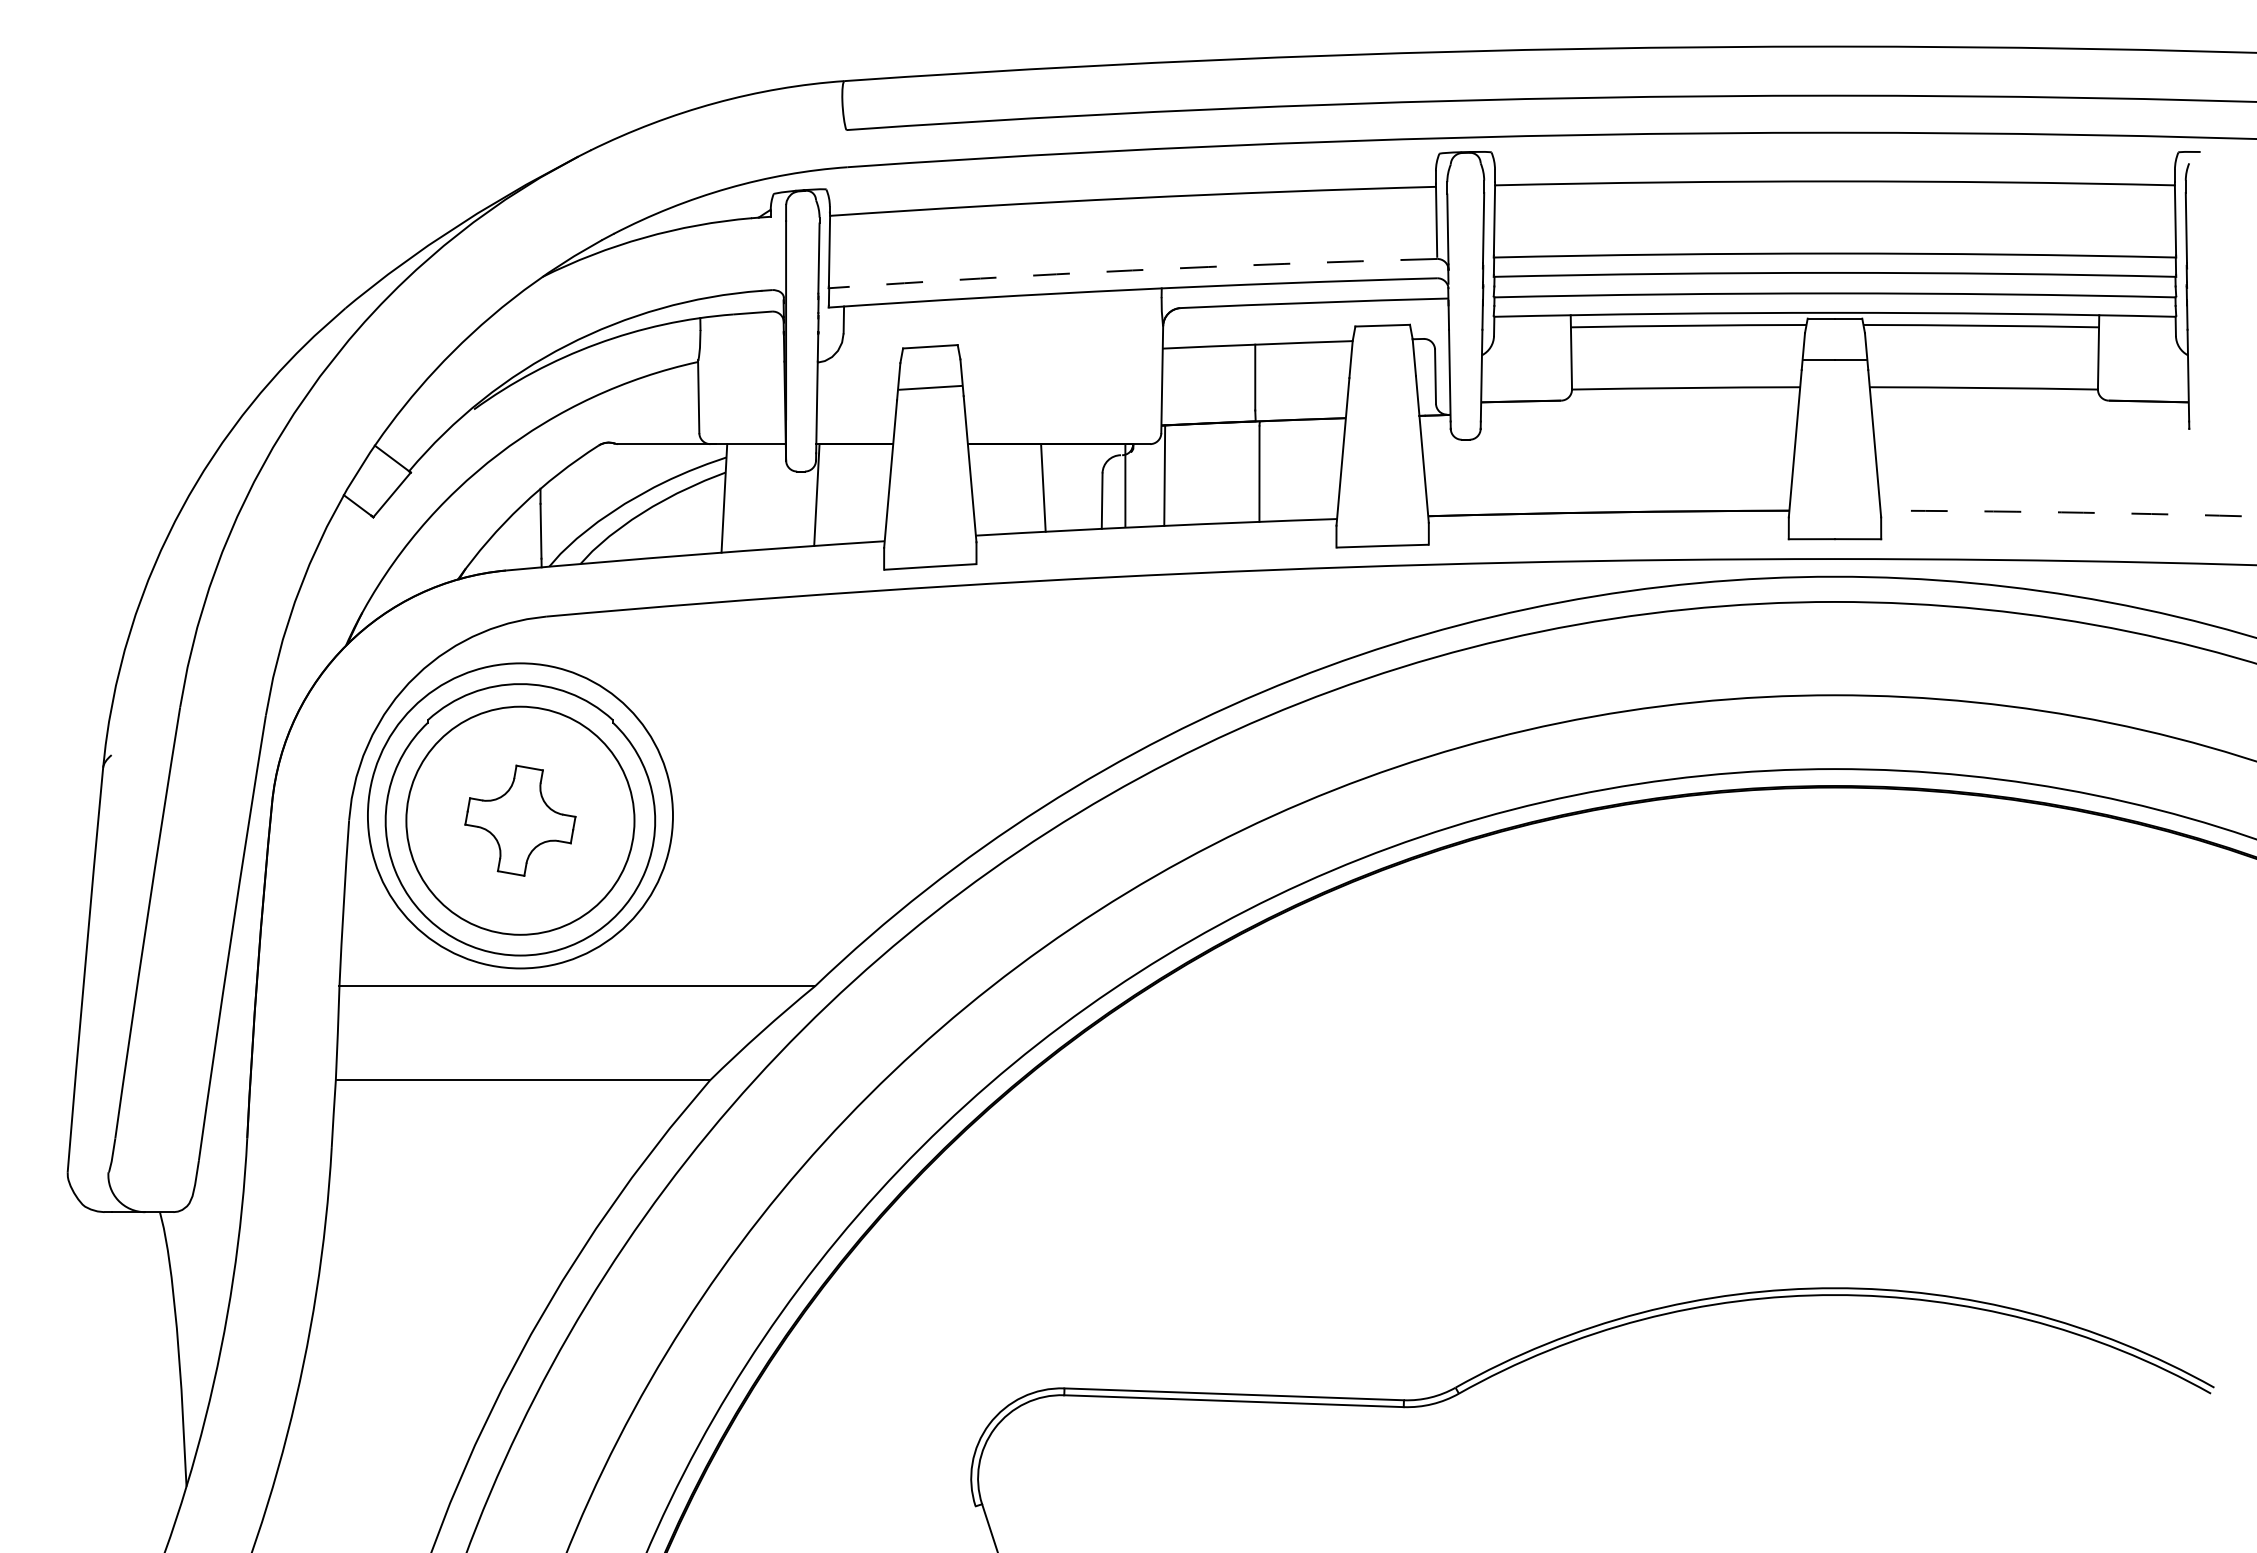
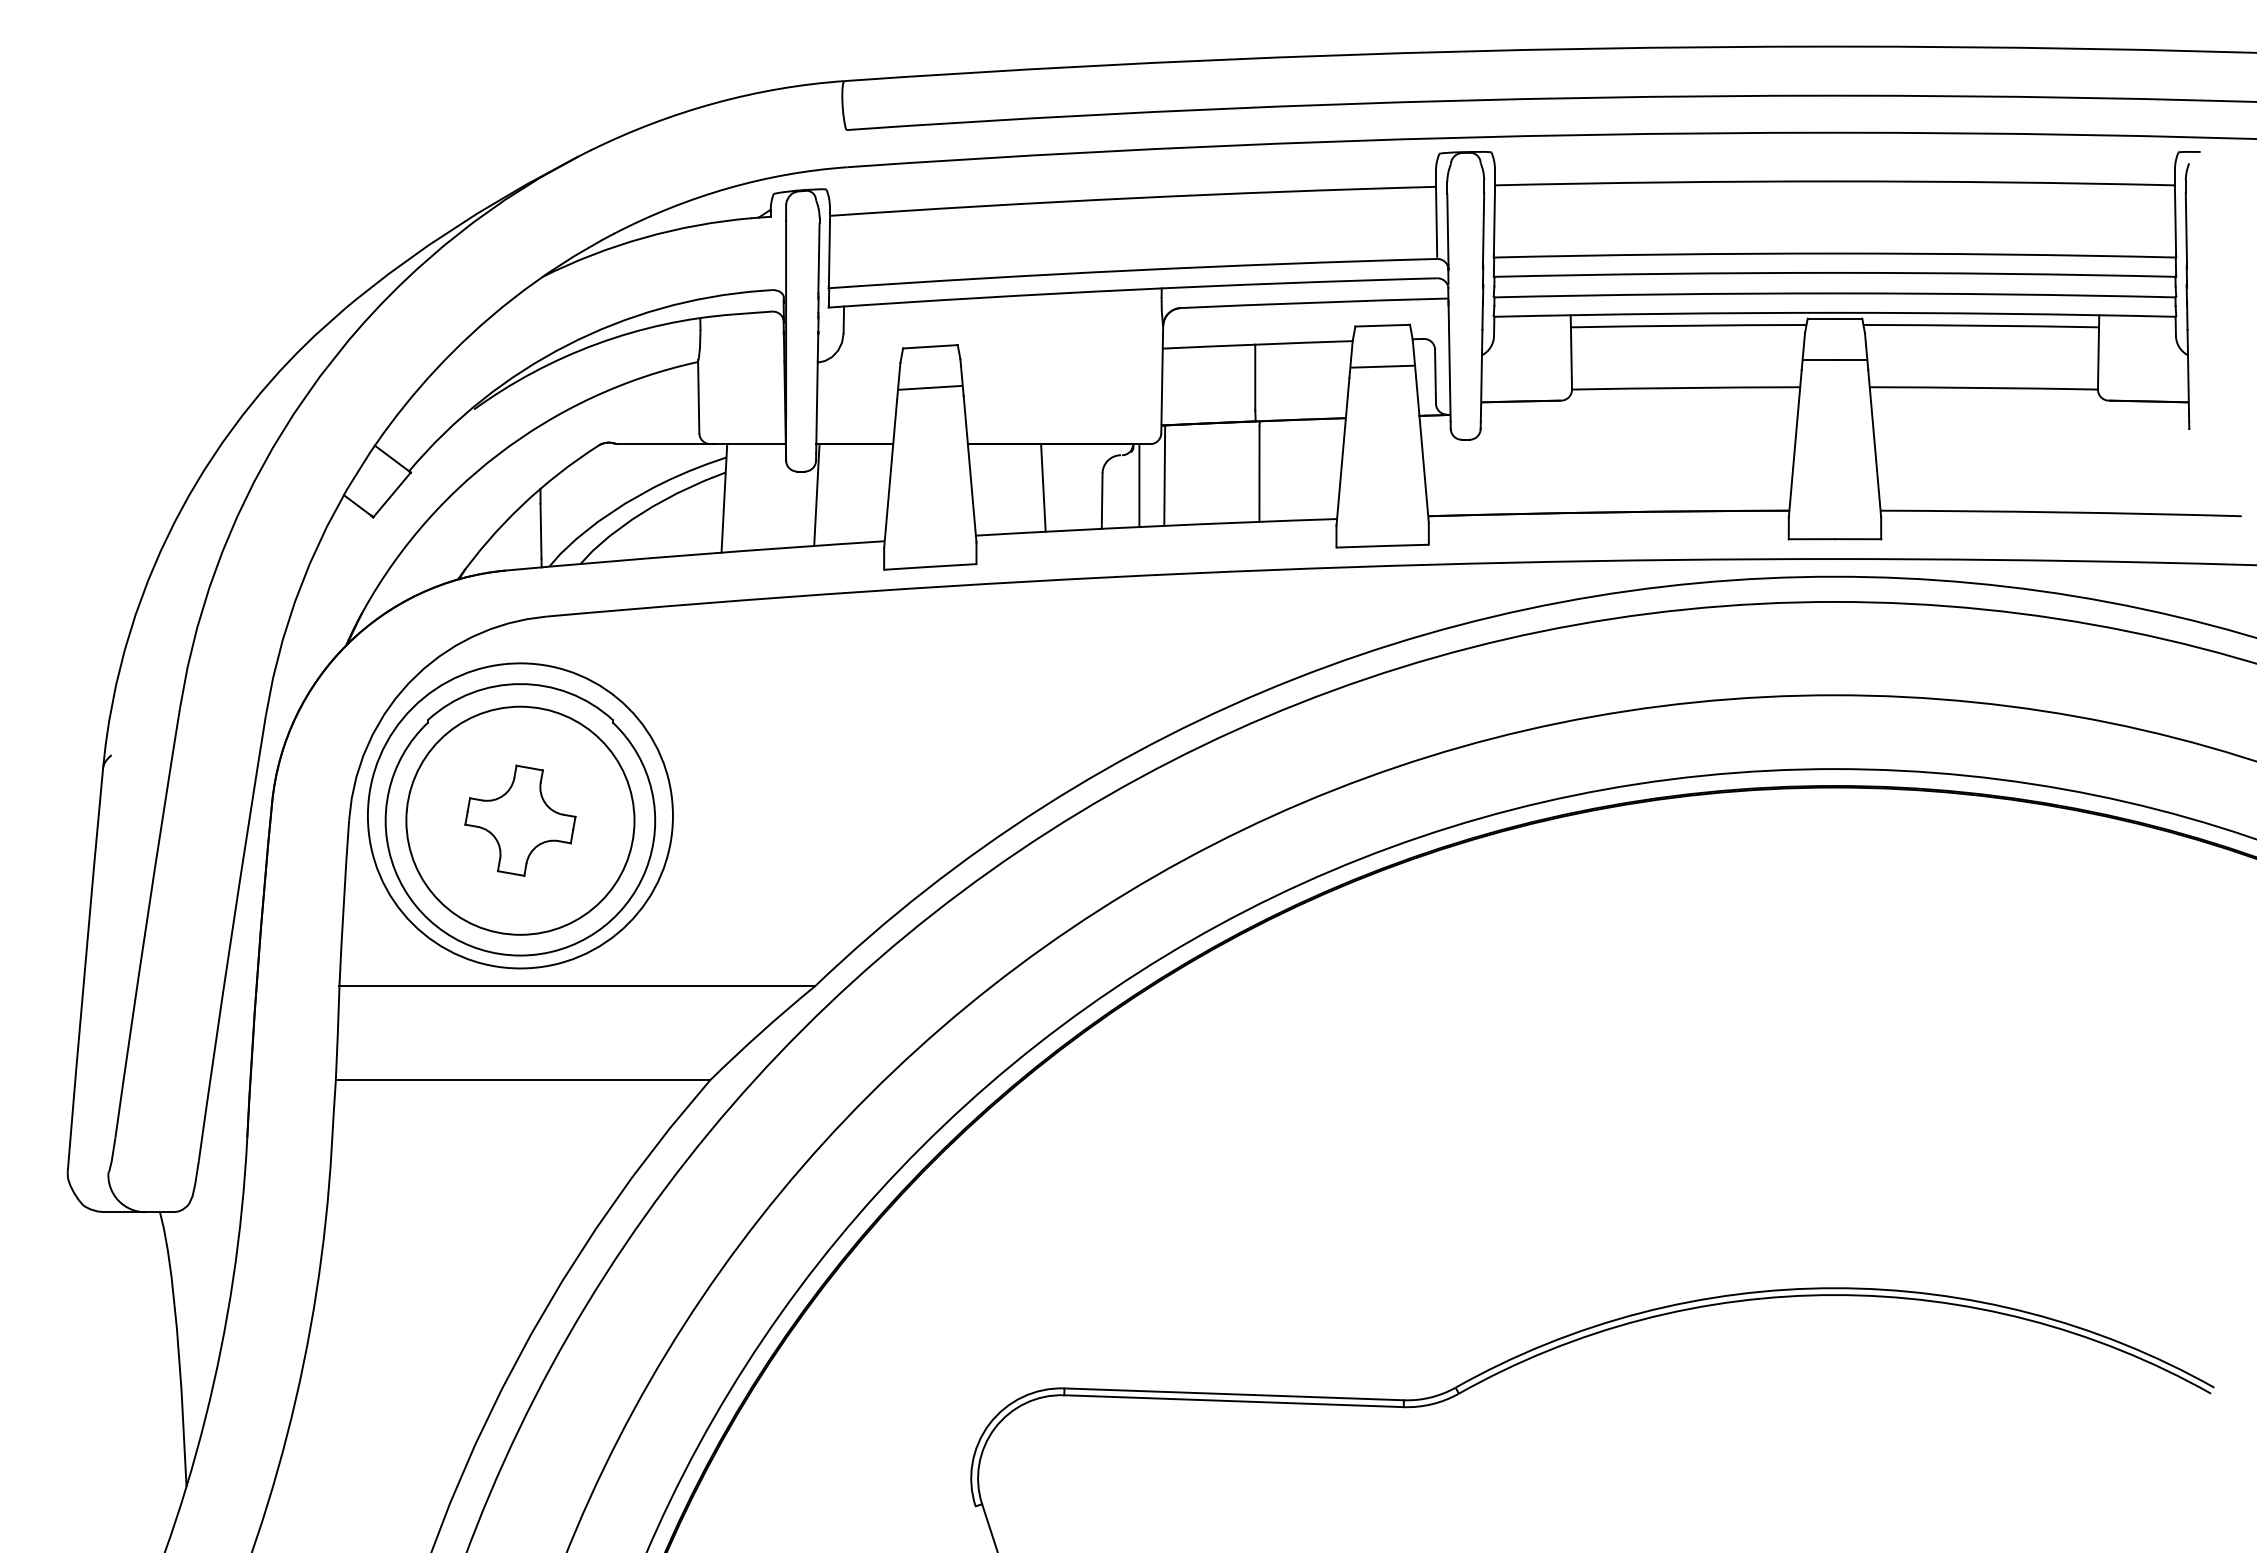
arc at (1132, 270): dashed -> solid
line at (1382, 366): none -> present
line at (1125, 485) position: (1125, 485) -> (1139, 485)
arc at (2061, 512): dashed -> solid
